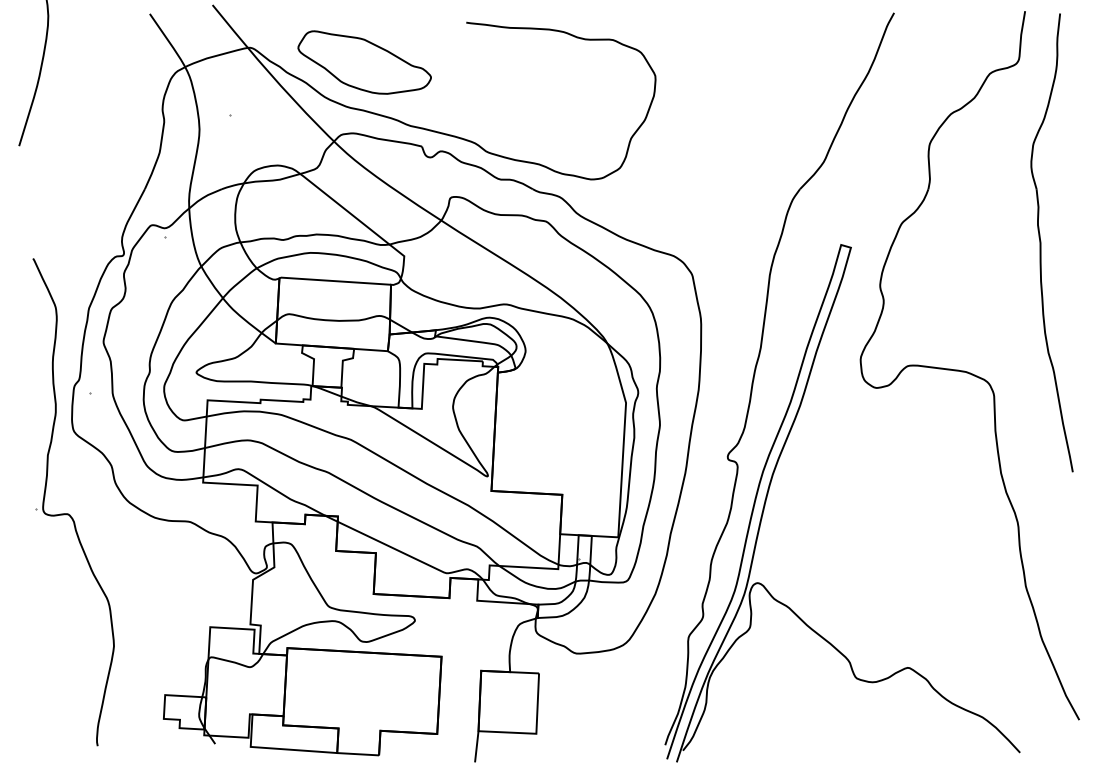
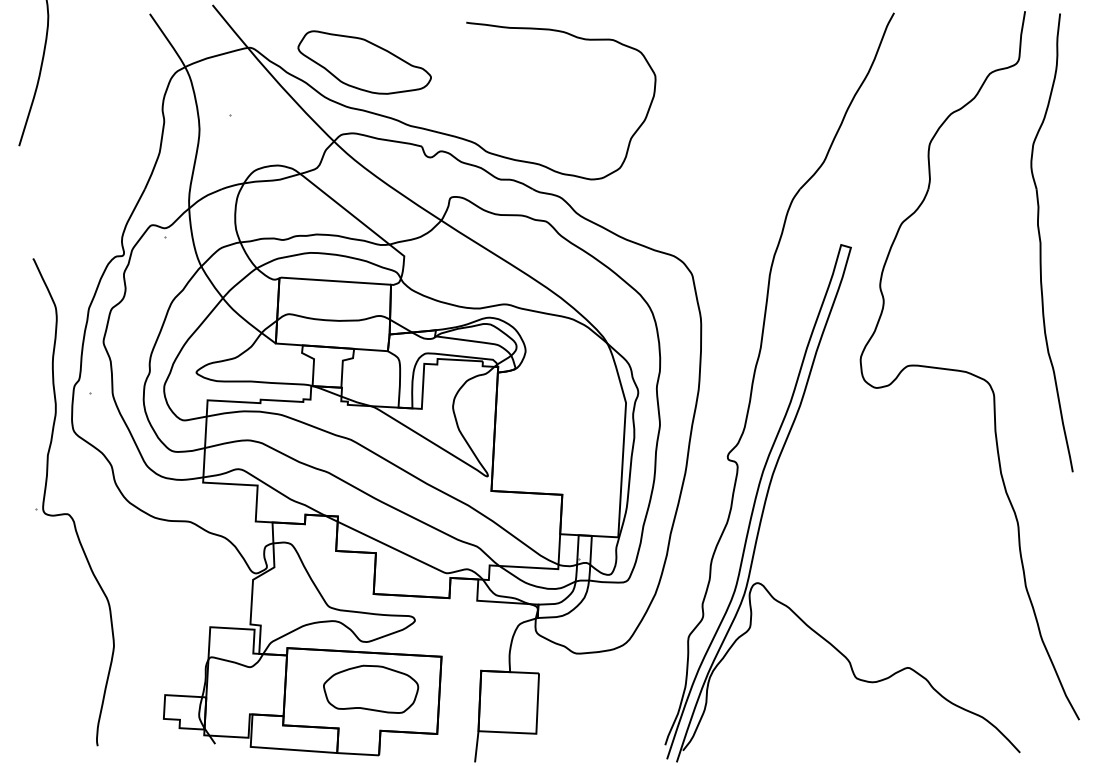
part at (371, 688): none -> present
